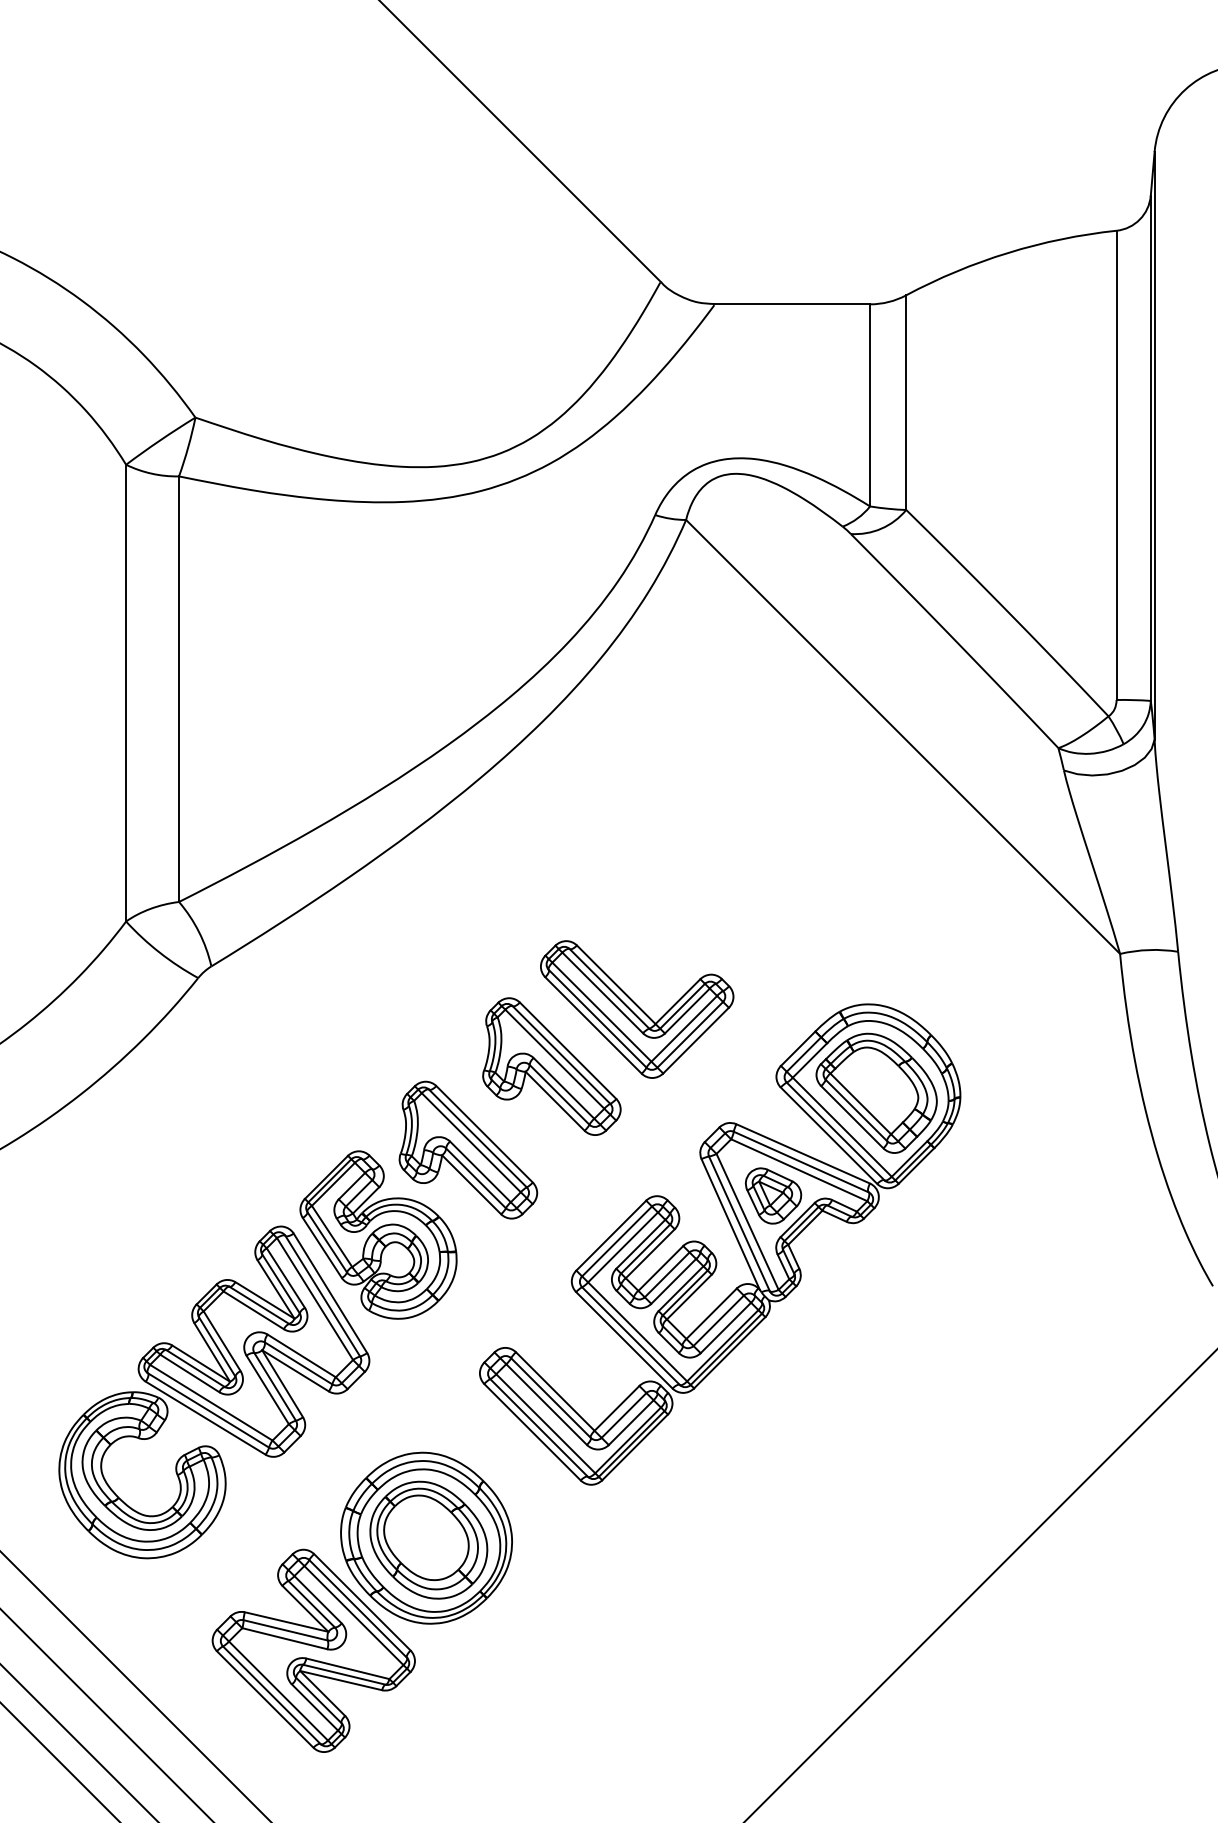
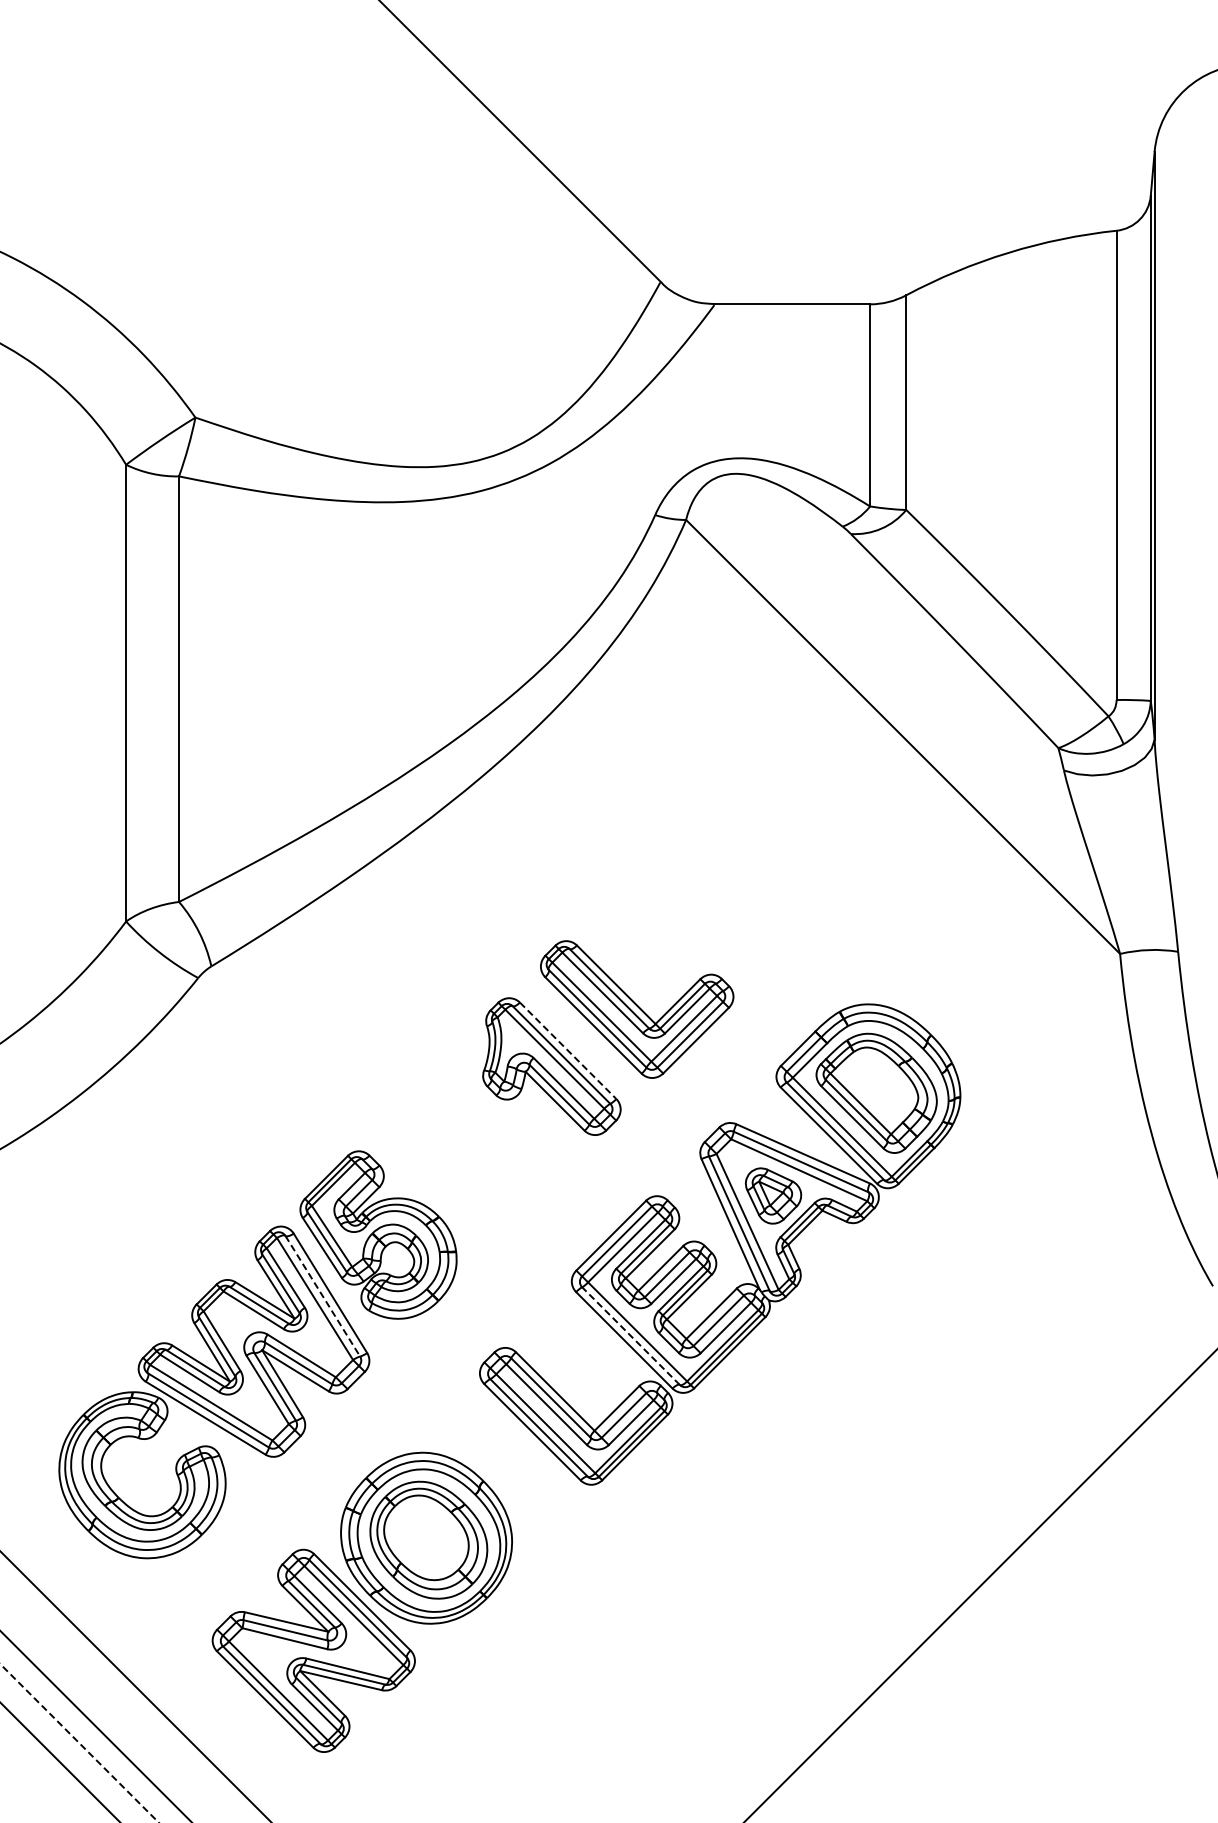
line at (568, 1051): solid -> dashed
part at (468, 1149): present -> none
line at (322, 1296): solid -> dashed
line at (630, 1335): solid -> dashed
line at (106, 1714) position: (106, 1714) -> (95, 1725)
line at (79, 1743): solid -> dashed
